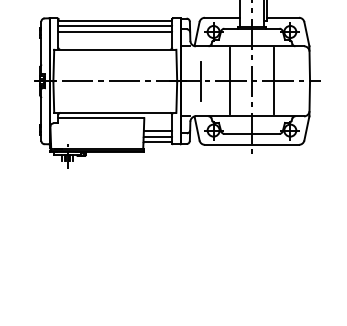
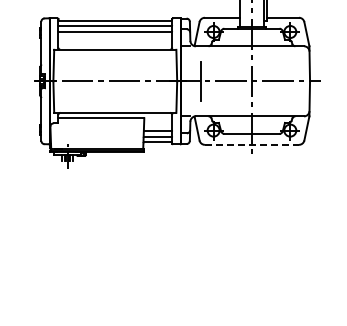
line at (230, 81): present -> none
line at (273, 81): present -> none
line at (252, 144): solid -> dashed
